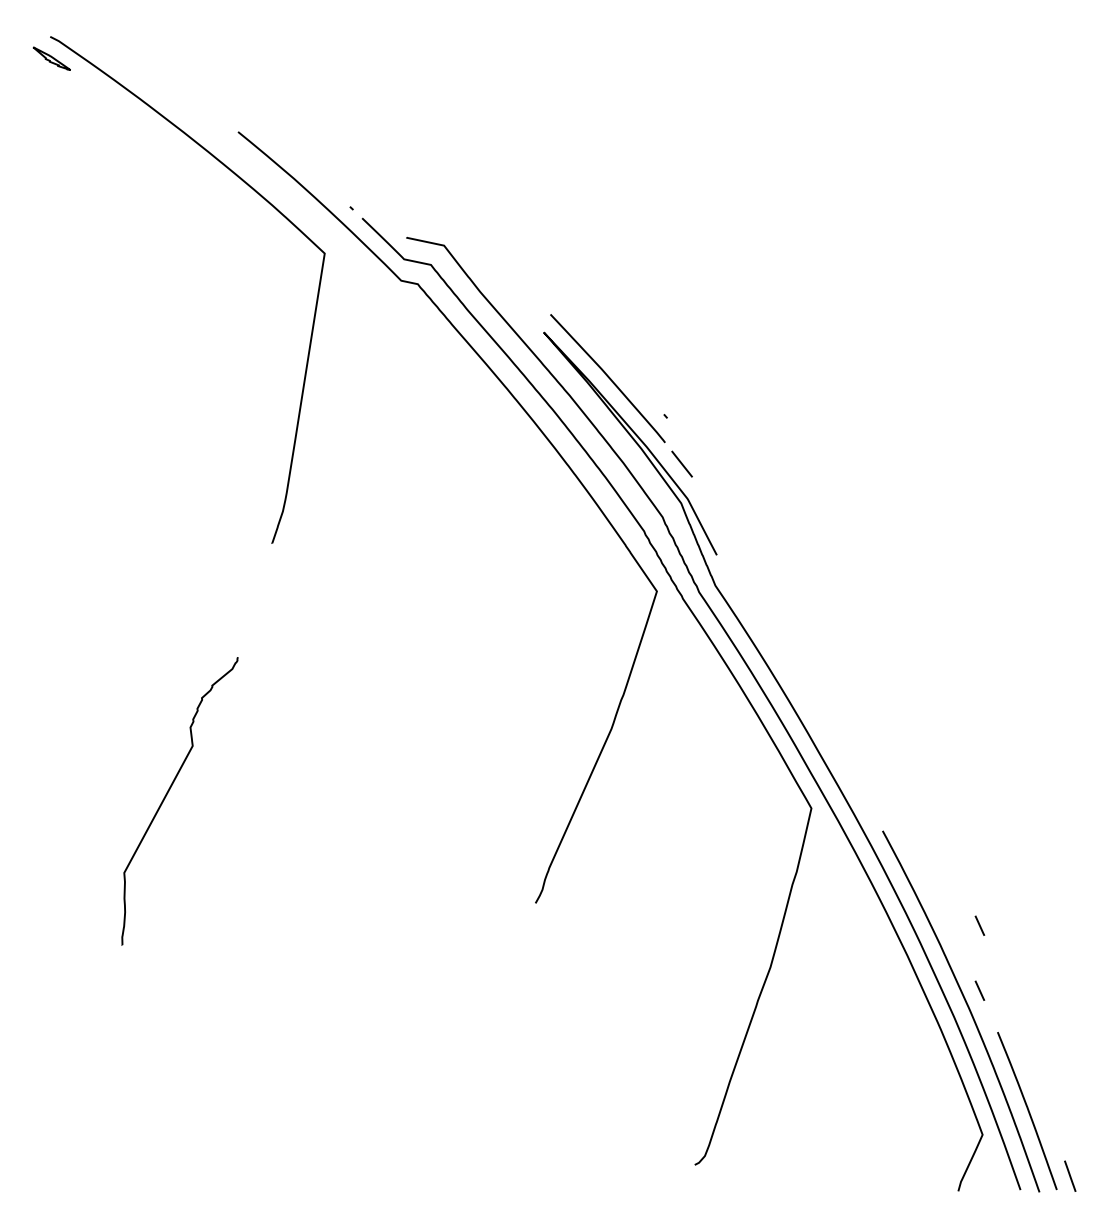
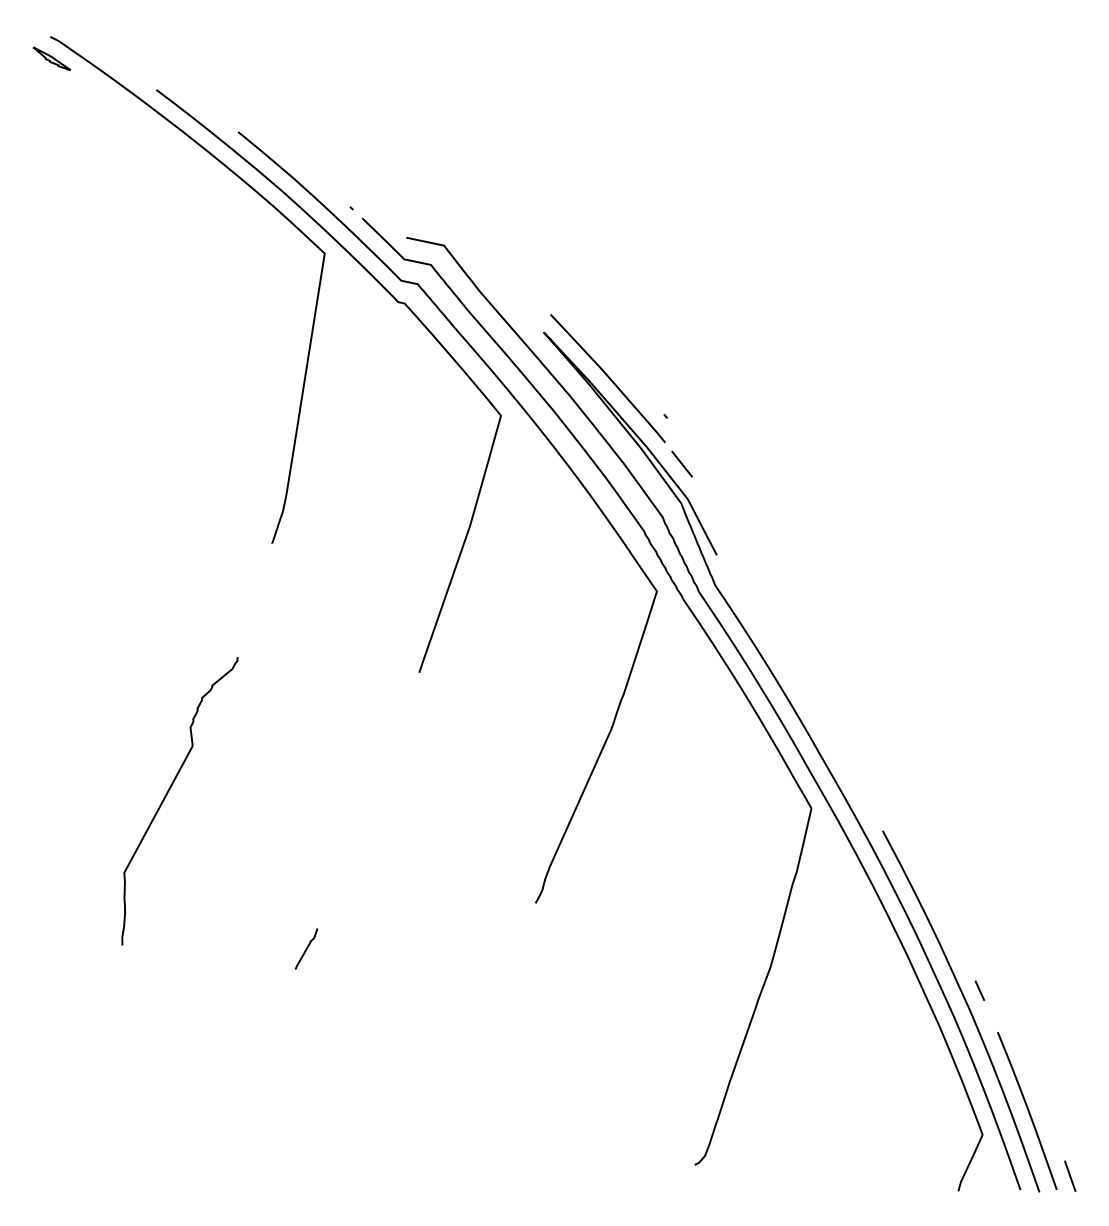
curve at (398, 303): none -> present
line at (979, 925): present -> none
curve at (306, 948): none -> present
